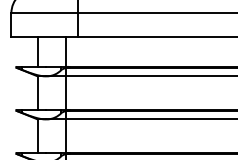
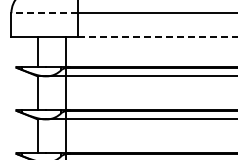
line at (44, 13): solid -> dashed
line at (158, 37): solid -> dashed
